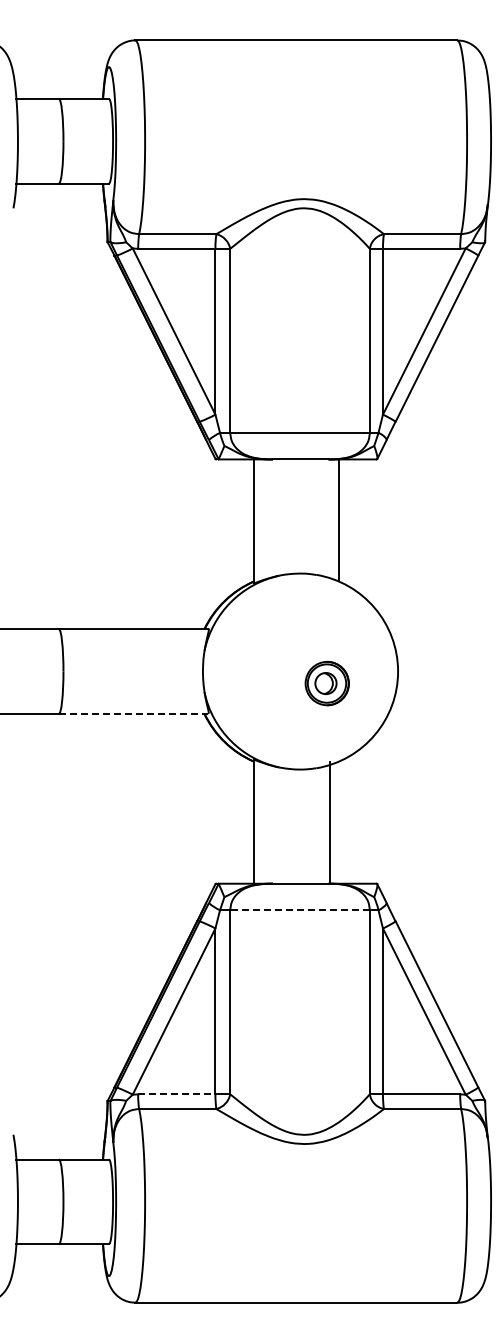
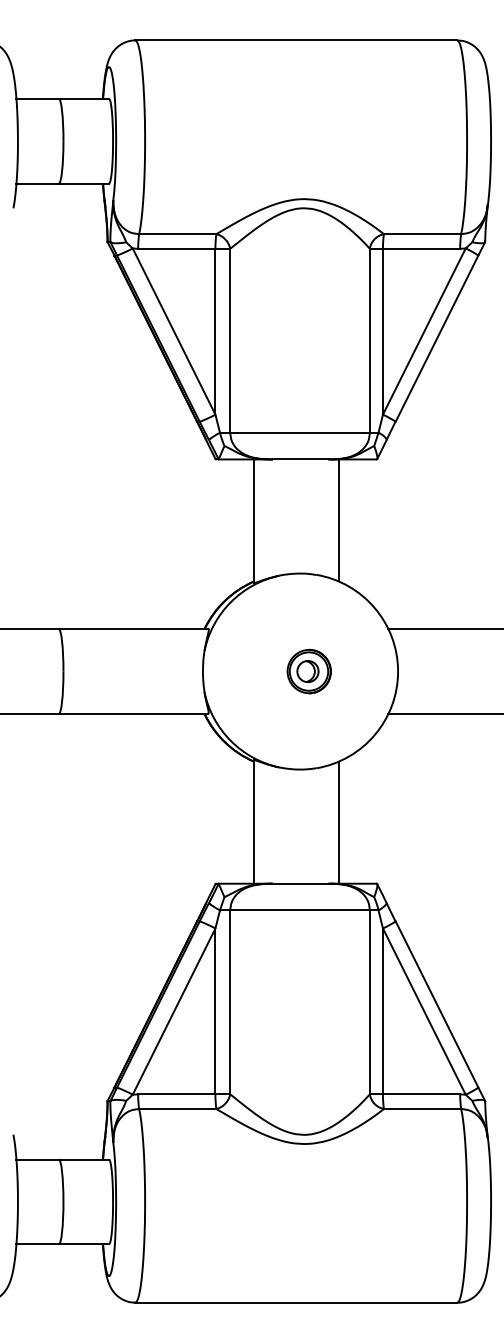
line at (444, 629): none -> present
part at (326, 683) position: (326, 683) -> (308, 671)
line at (133, 714): dashed -> solid
line at (444, 714): none -> present
line at (329, 822) position: (329, 822) -> (338, 822)
line at (300, 910): dashed -> solid
line at (176, 1094): dashed -> solid
